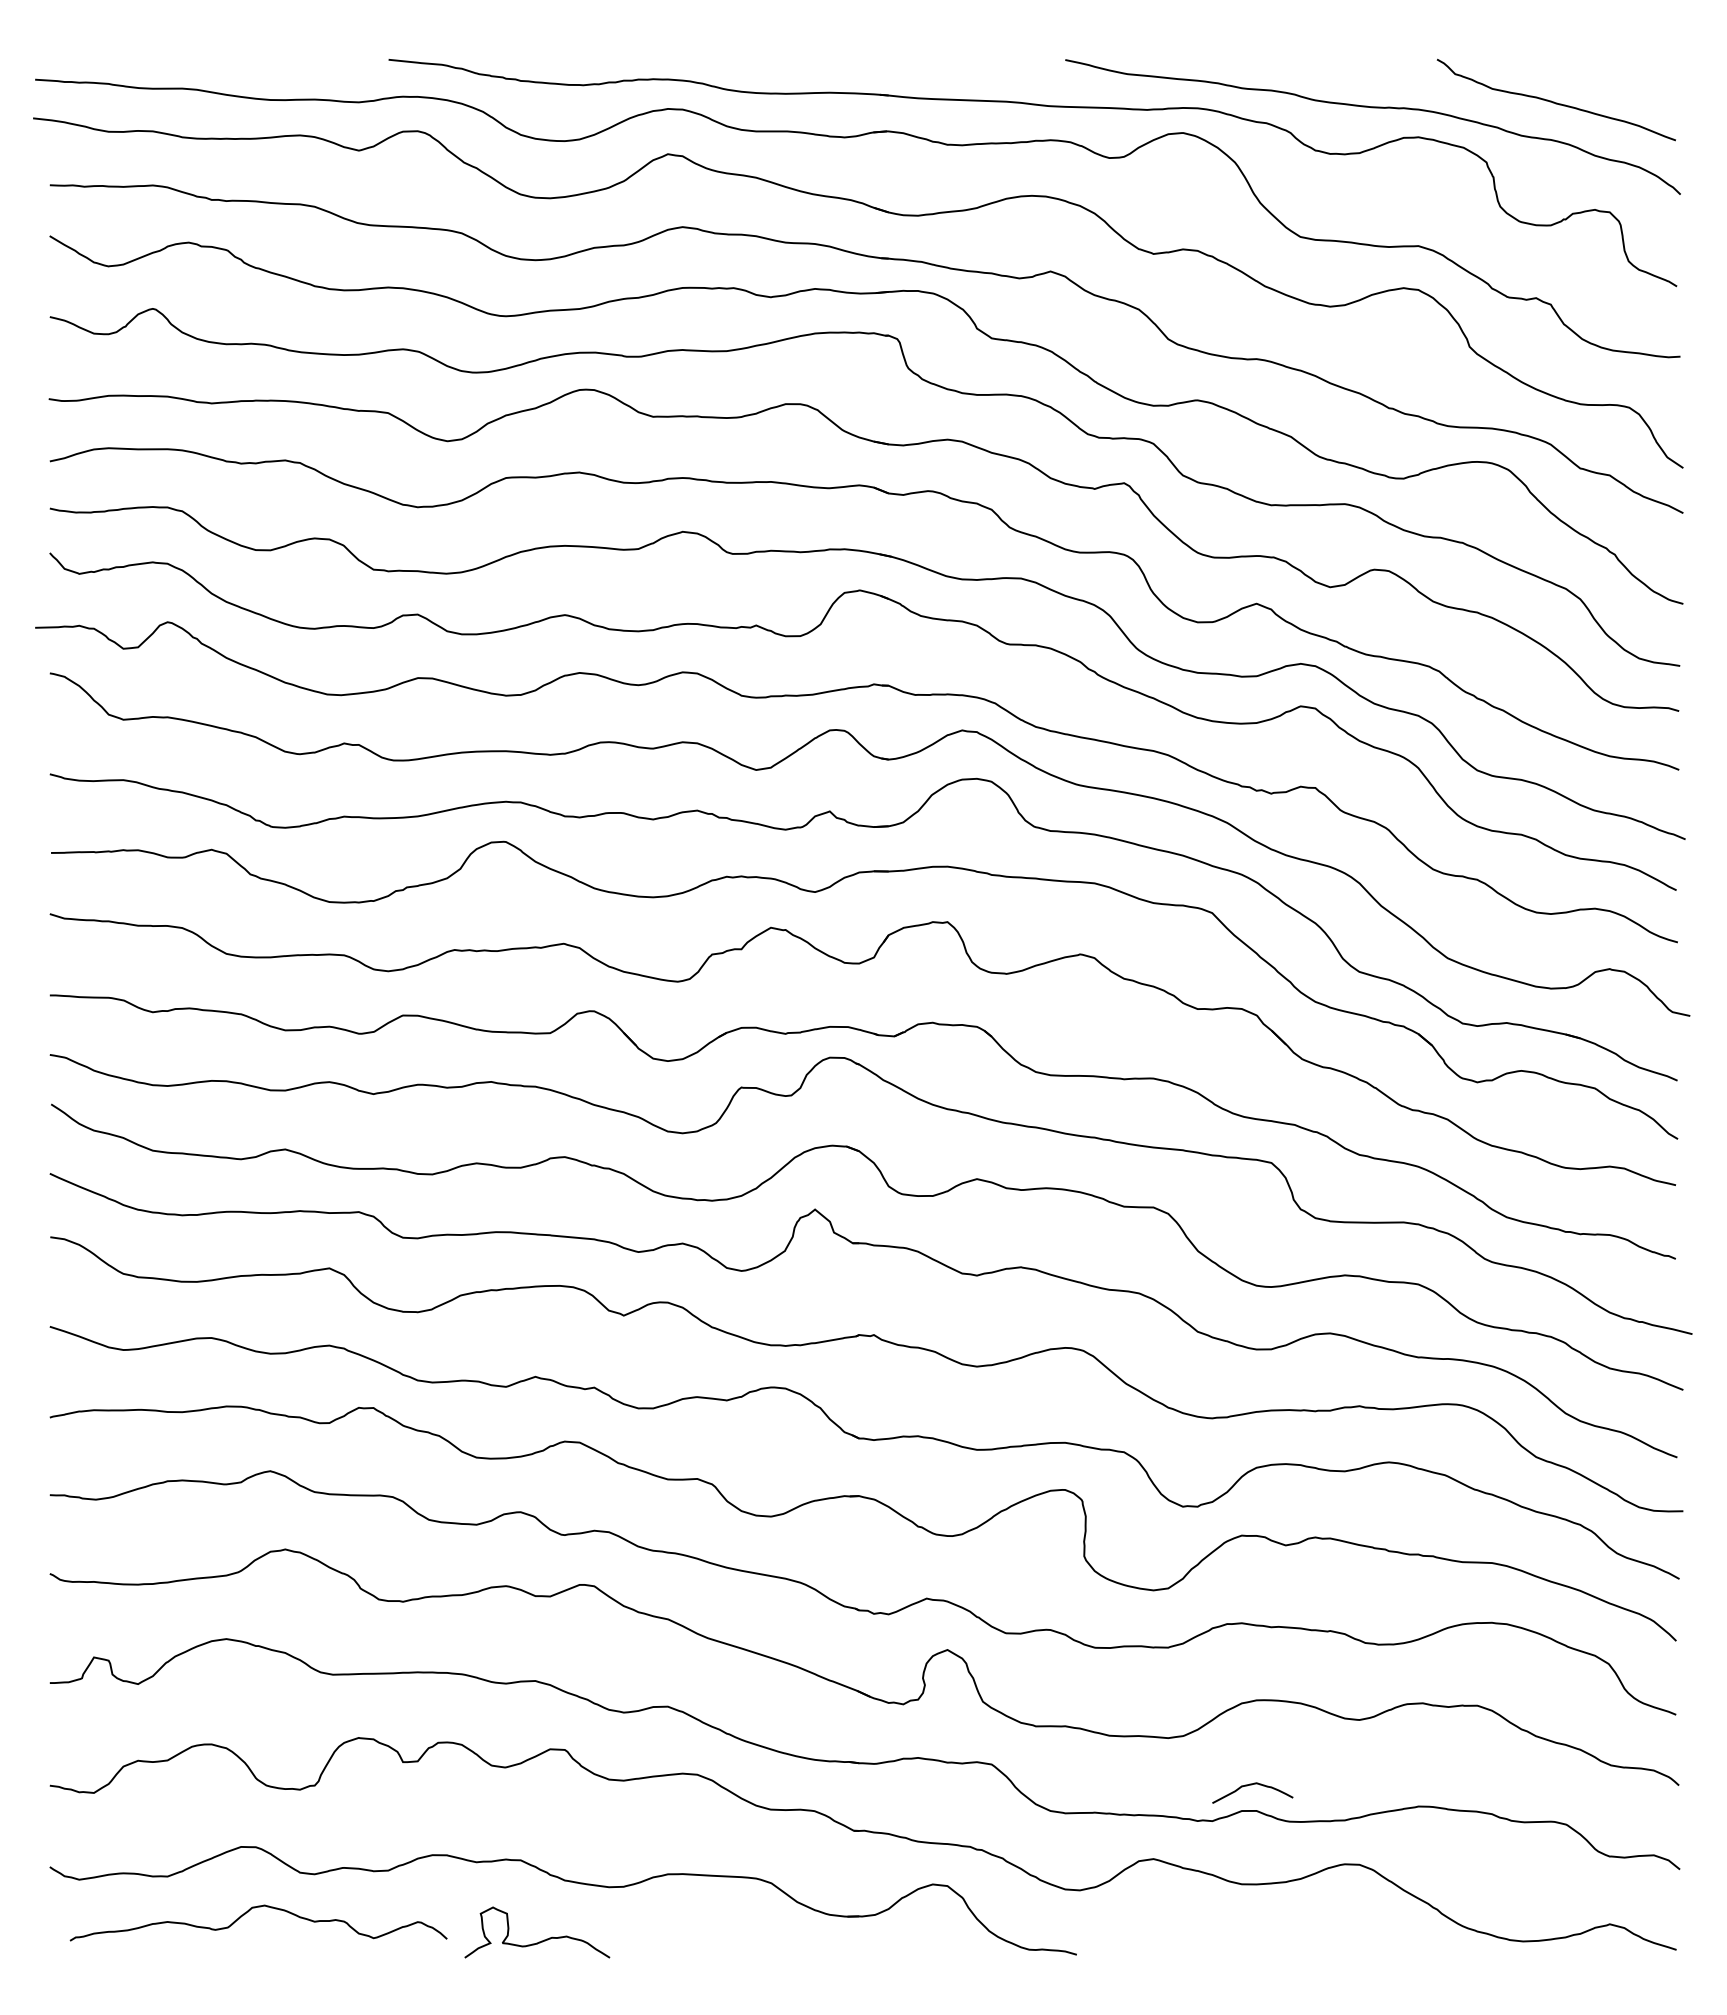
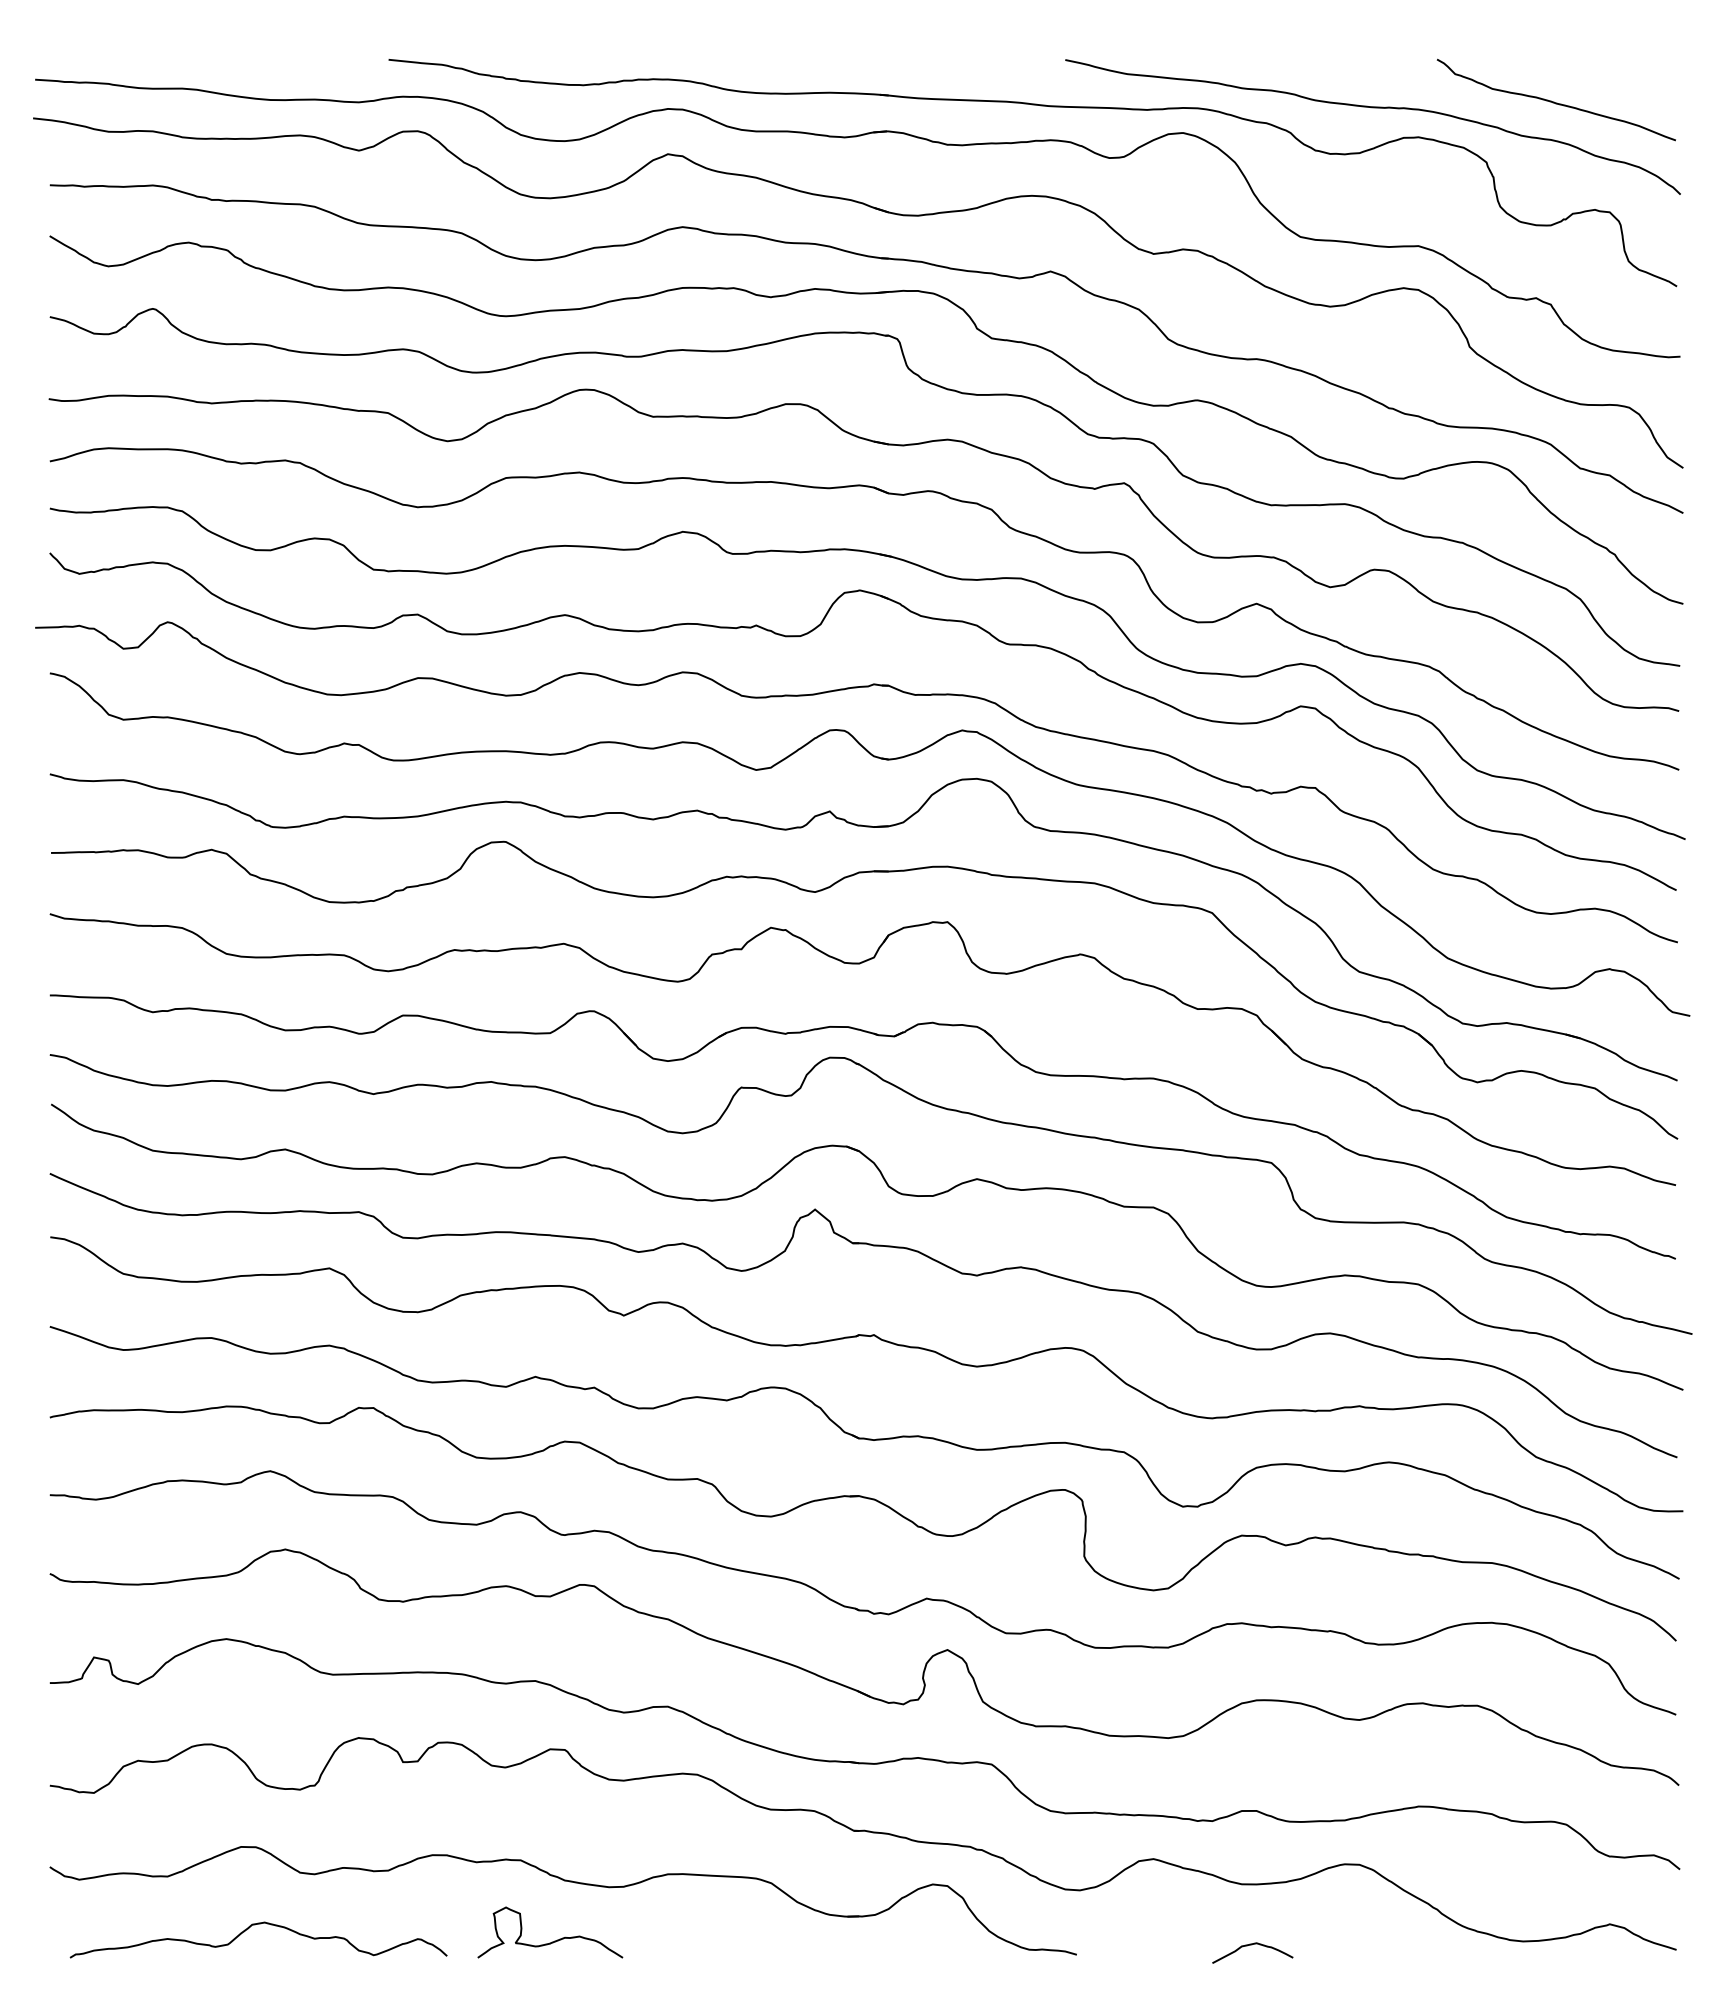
curve at (1252, 1785) position: (1252, 1785) -> (1252, 1945)
curve at (248, 1912) position: (248, 1912) -> (248, 1929)
curve at (541, 1940) position: (541, 1940) -> (554, 1940)
